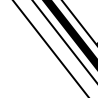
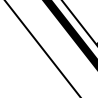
line at (63, 41): present -> none
line at (50, 48) position: (50, 48) -> (42, 48)
